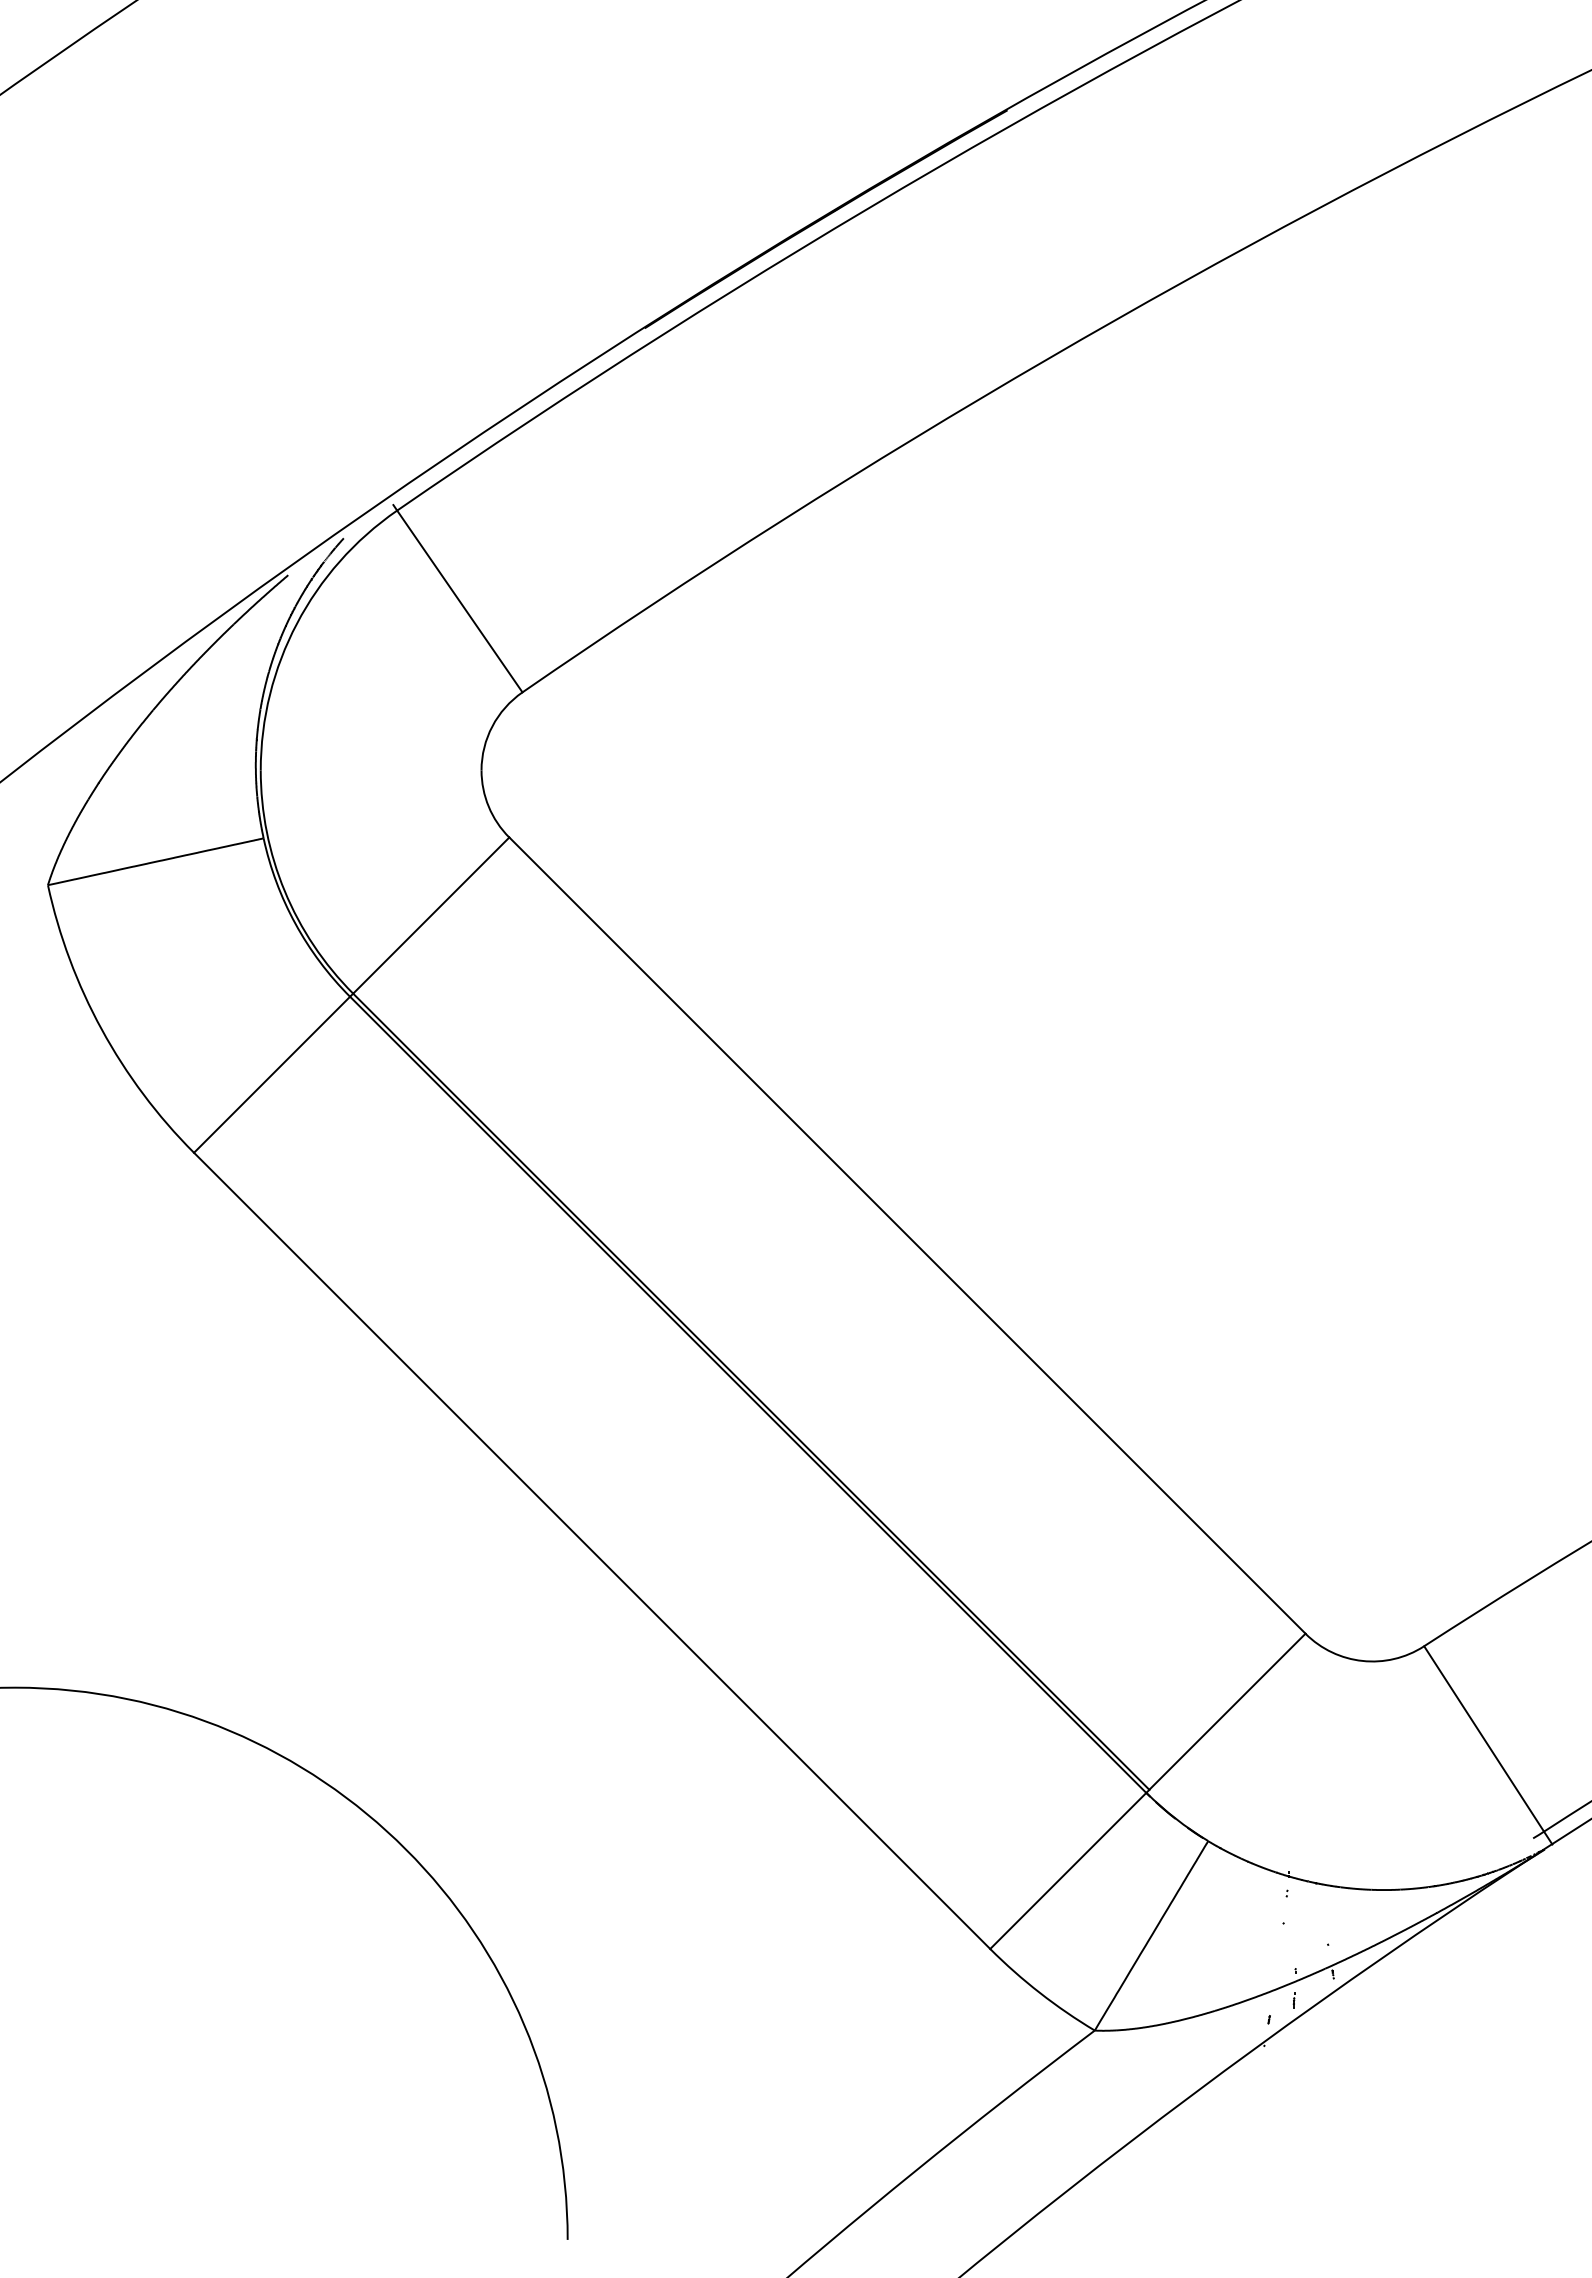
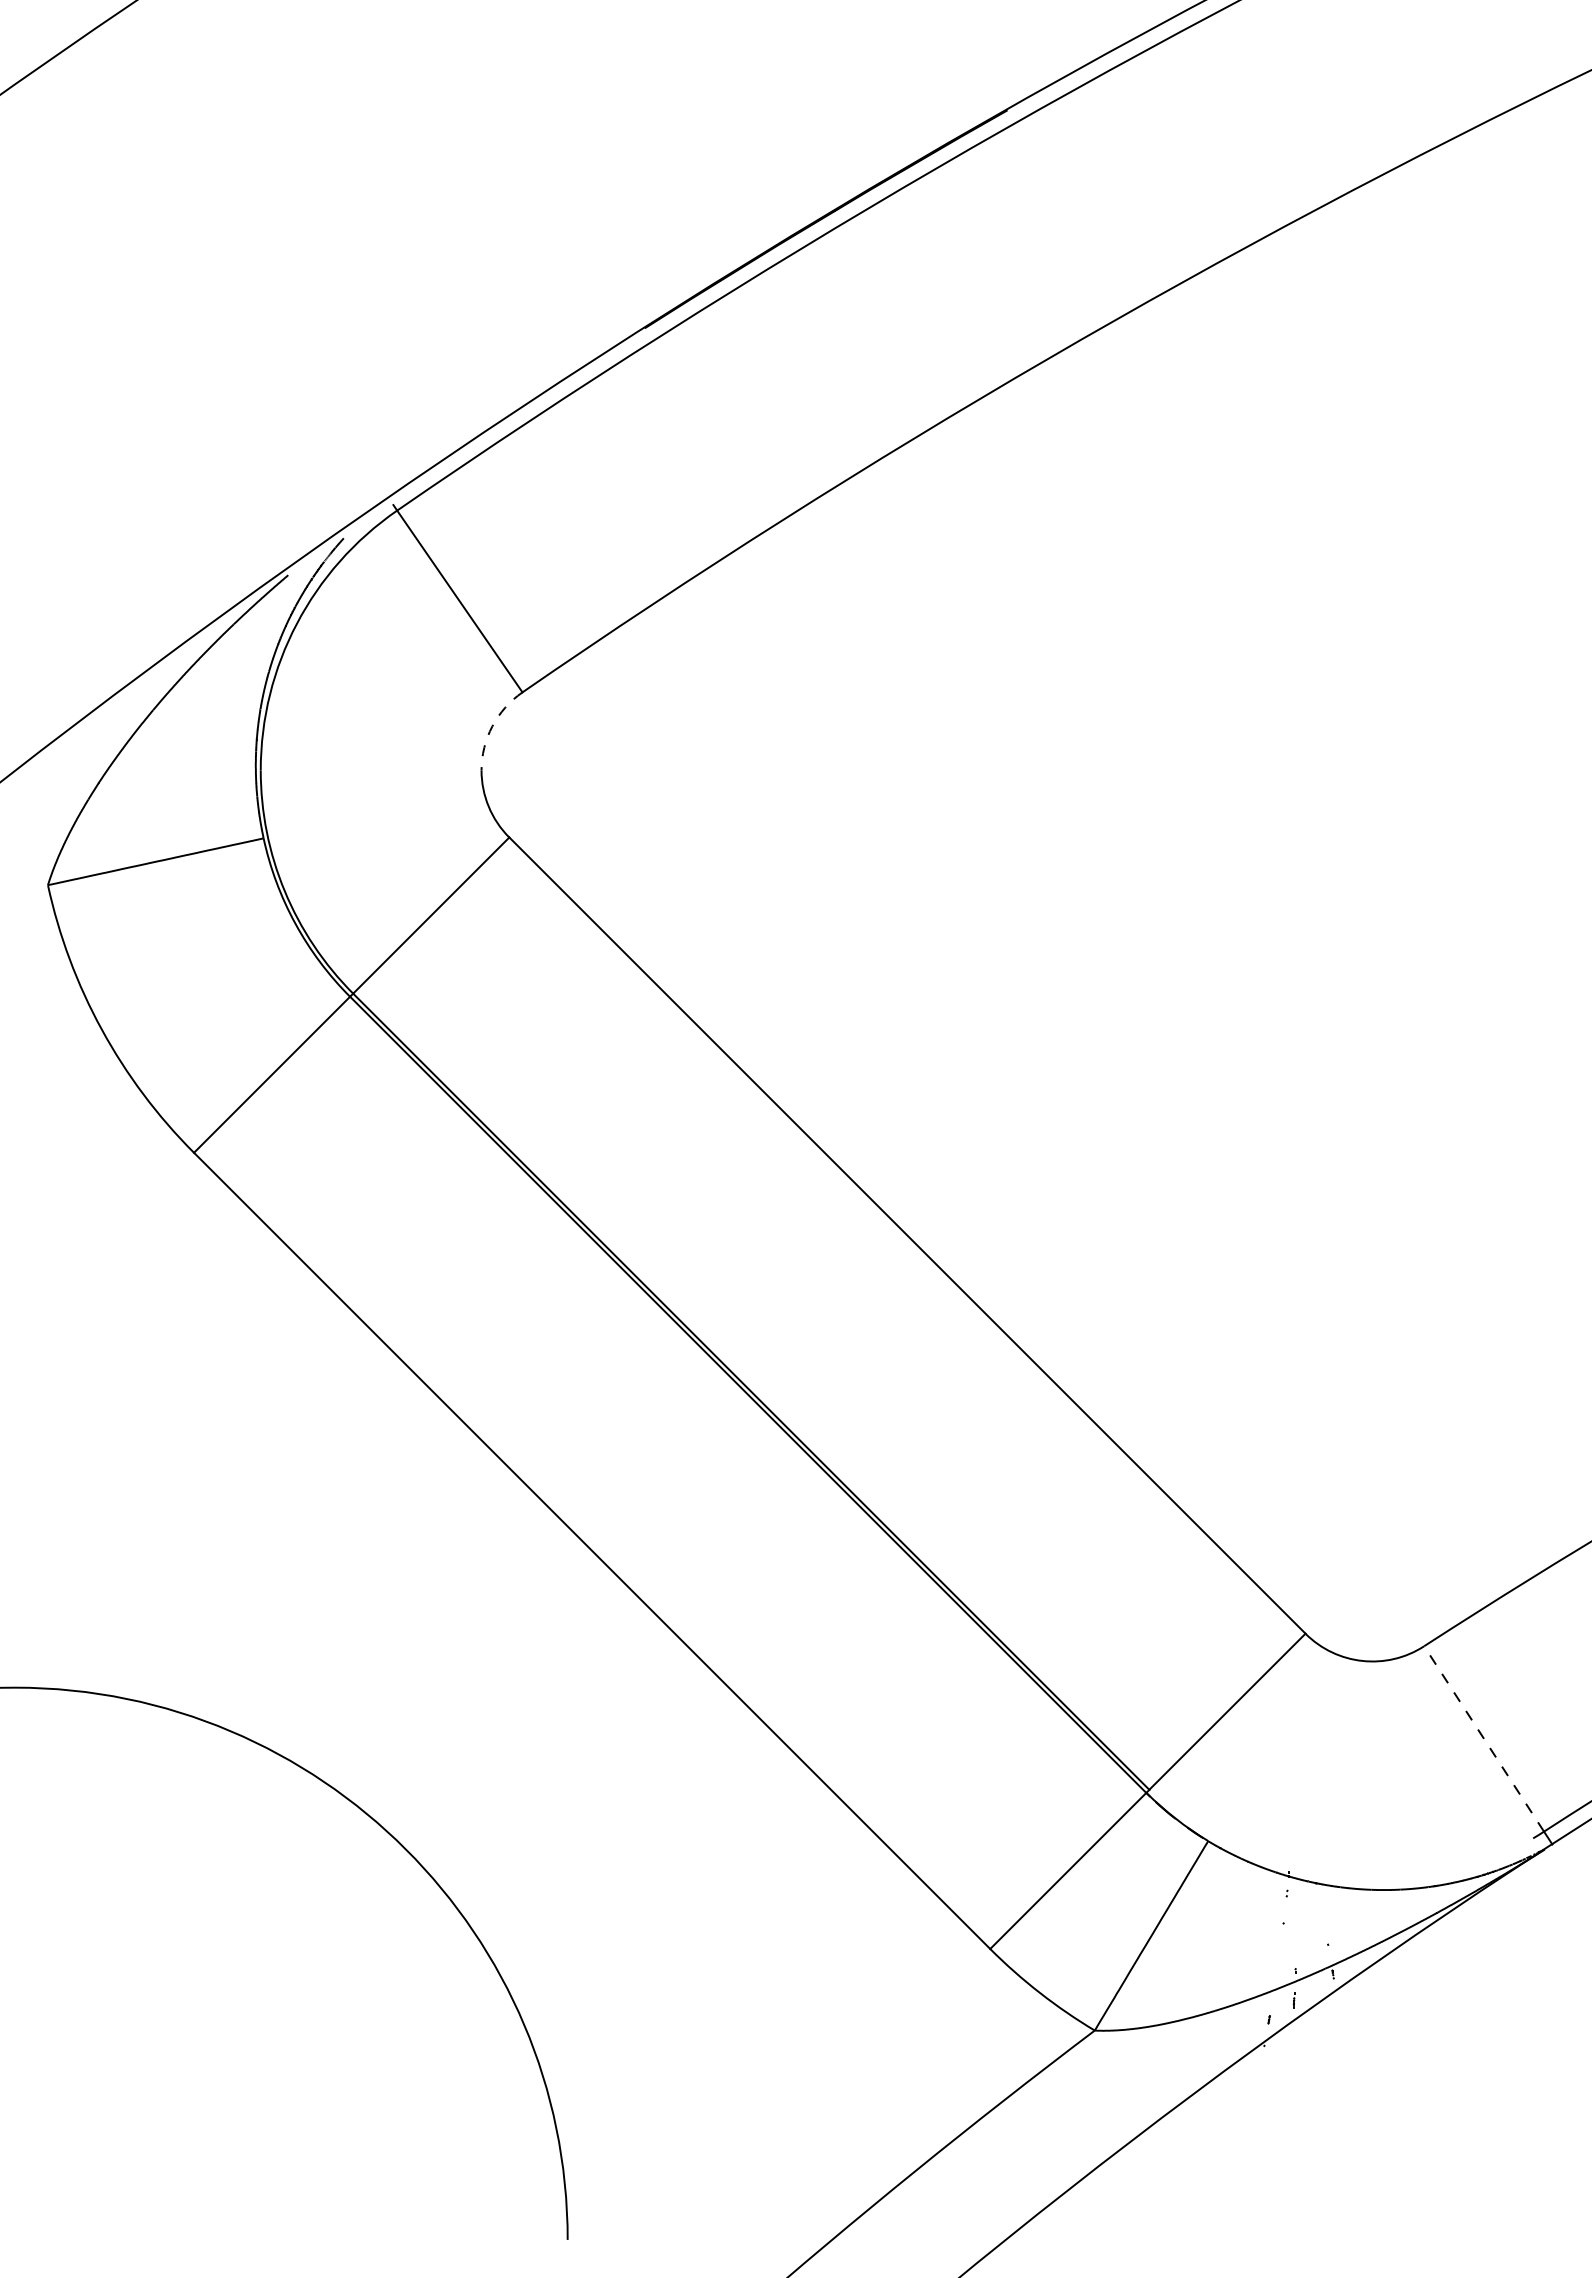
arc at (492, 726): solid -> dashed
line at (1483, 1738): solid -> dashed
